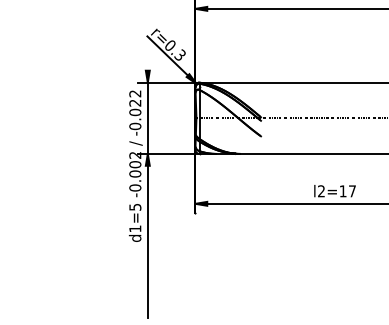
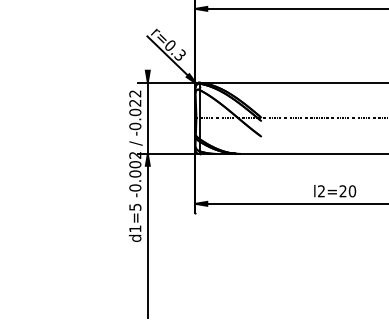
text at (347, 191): l2=17 -> l2=20
